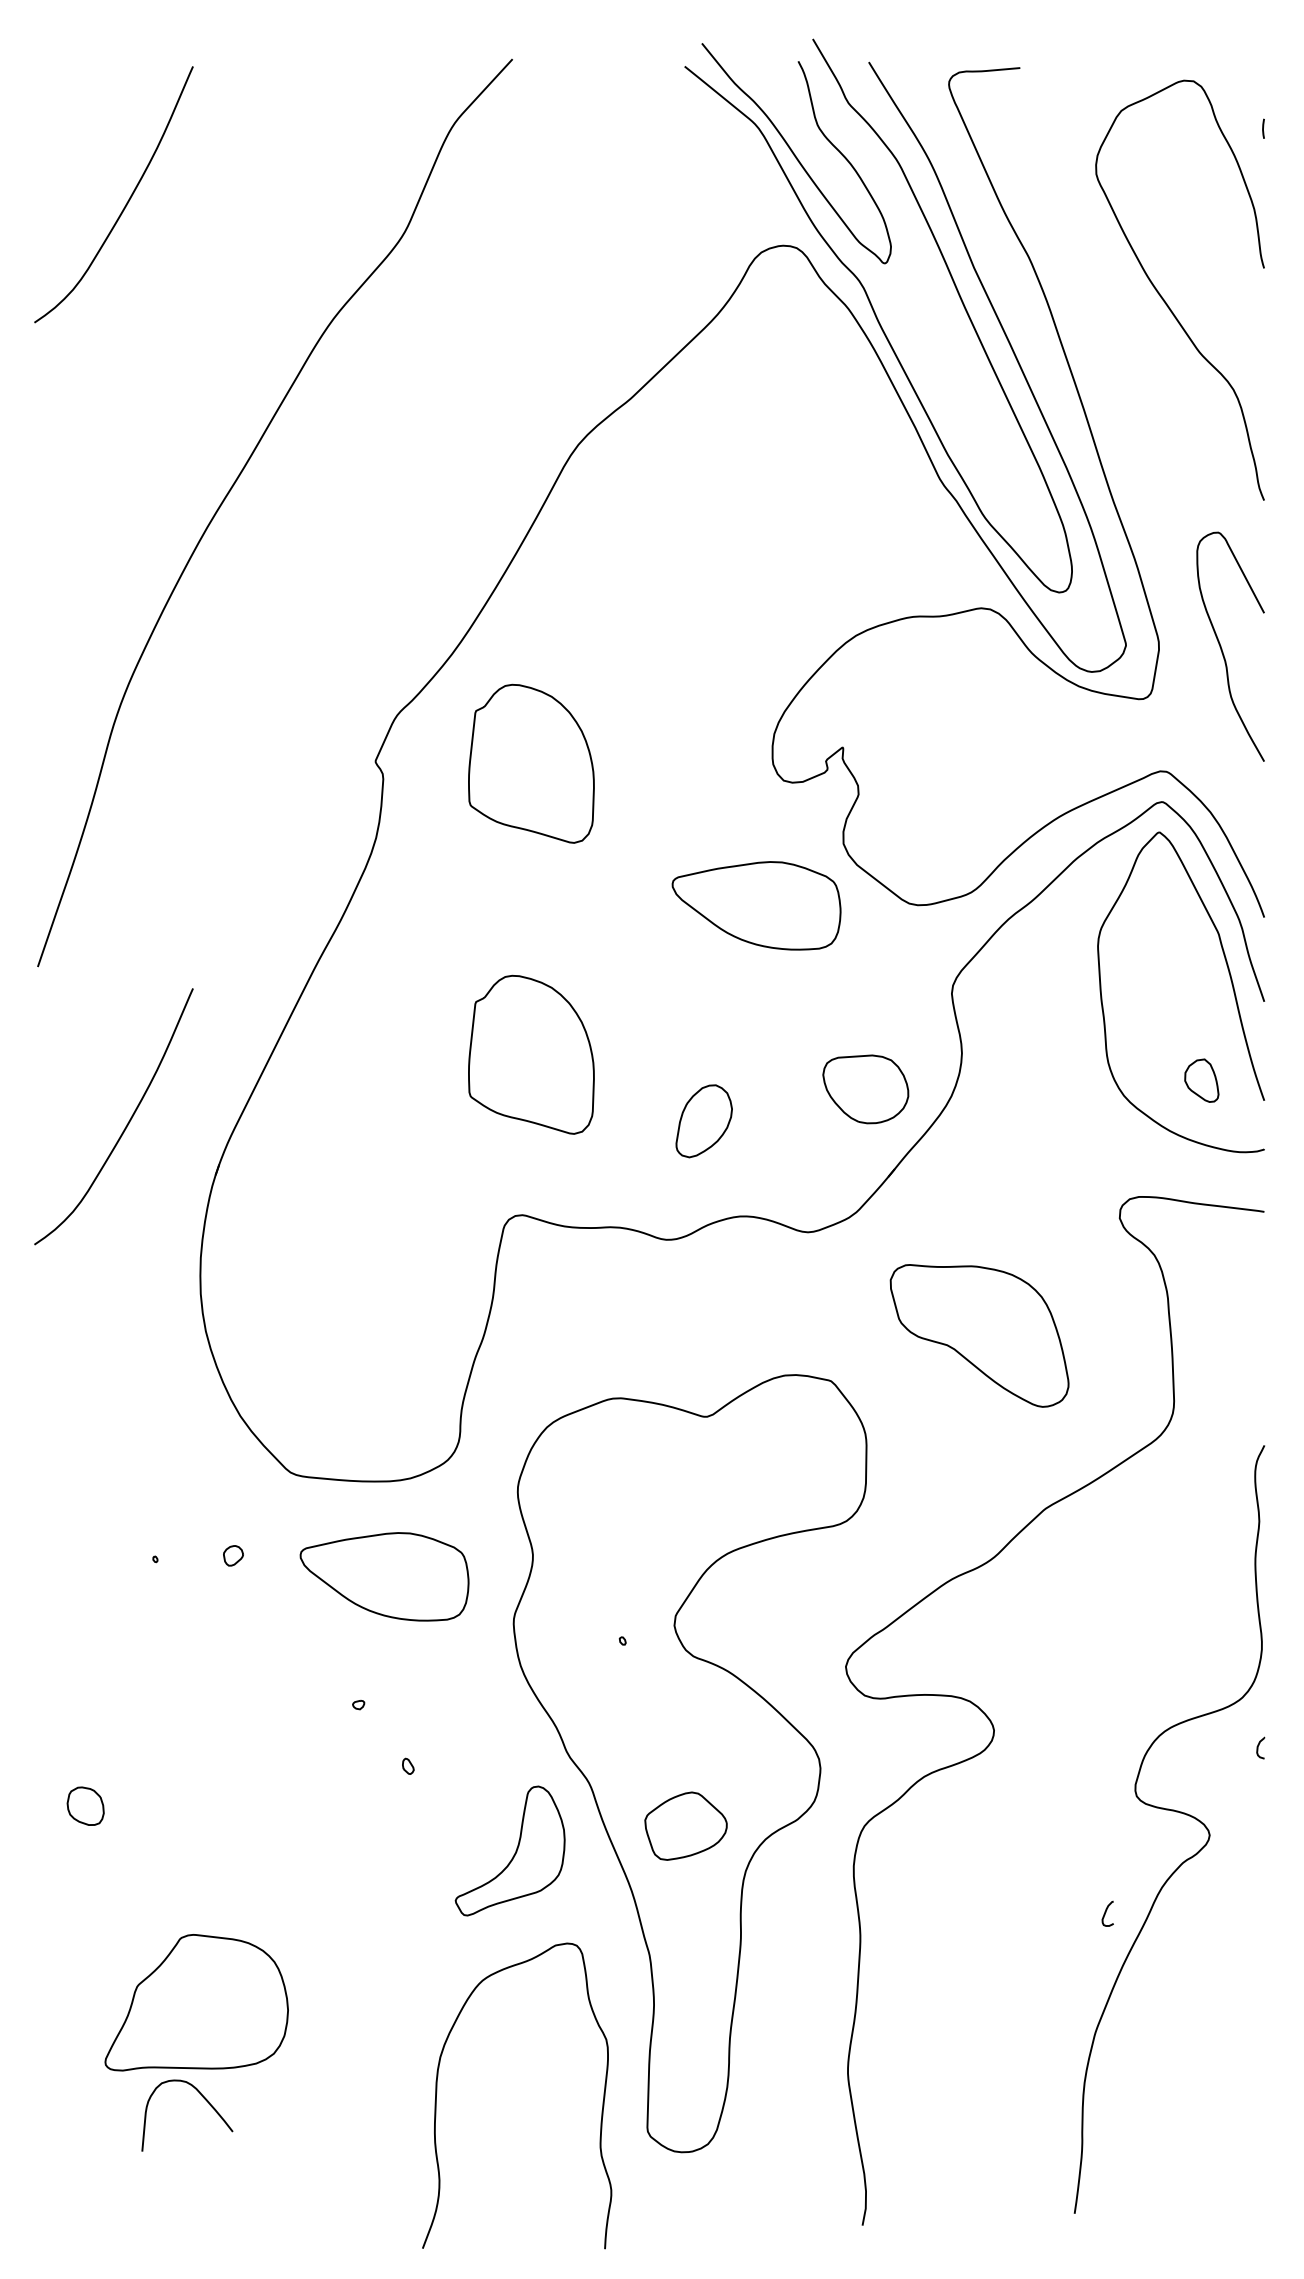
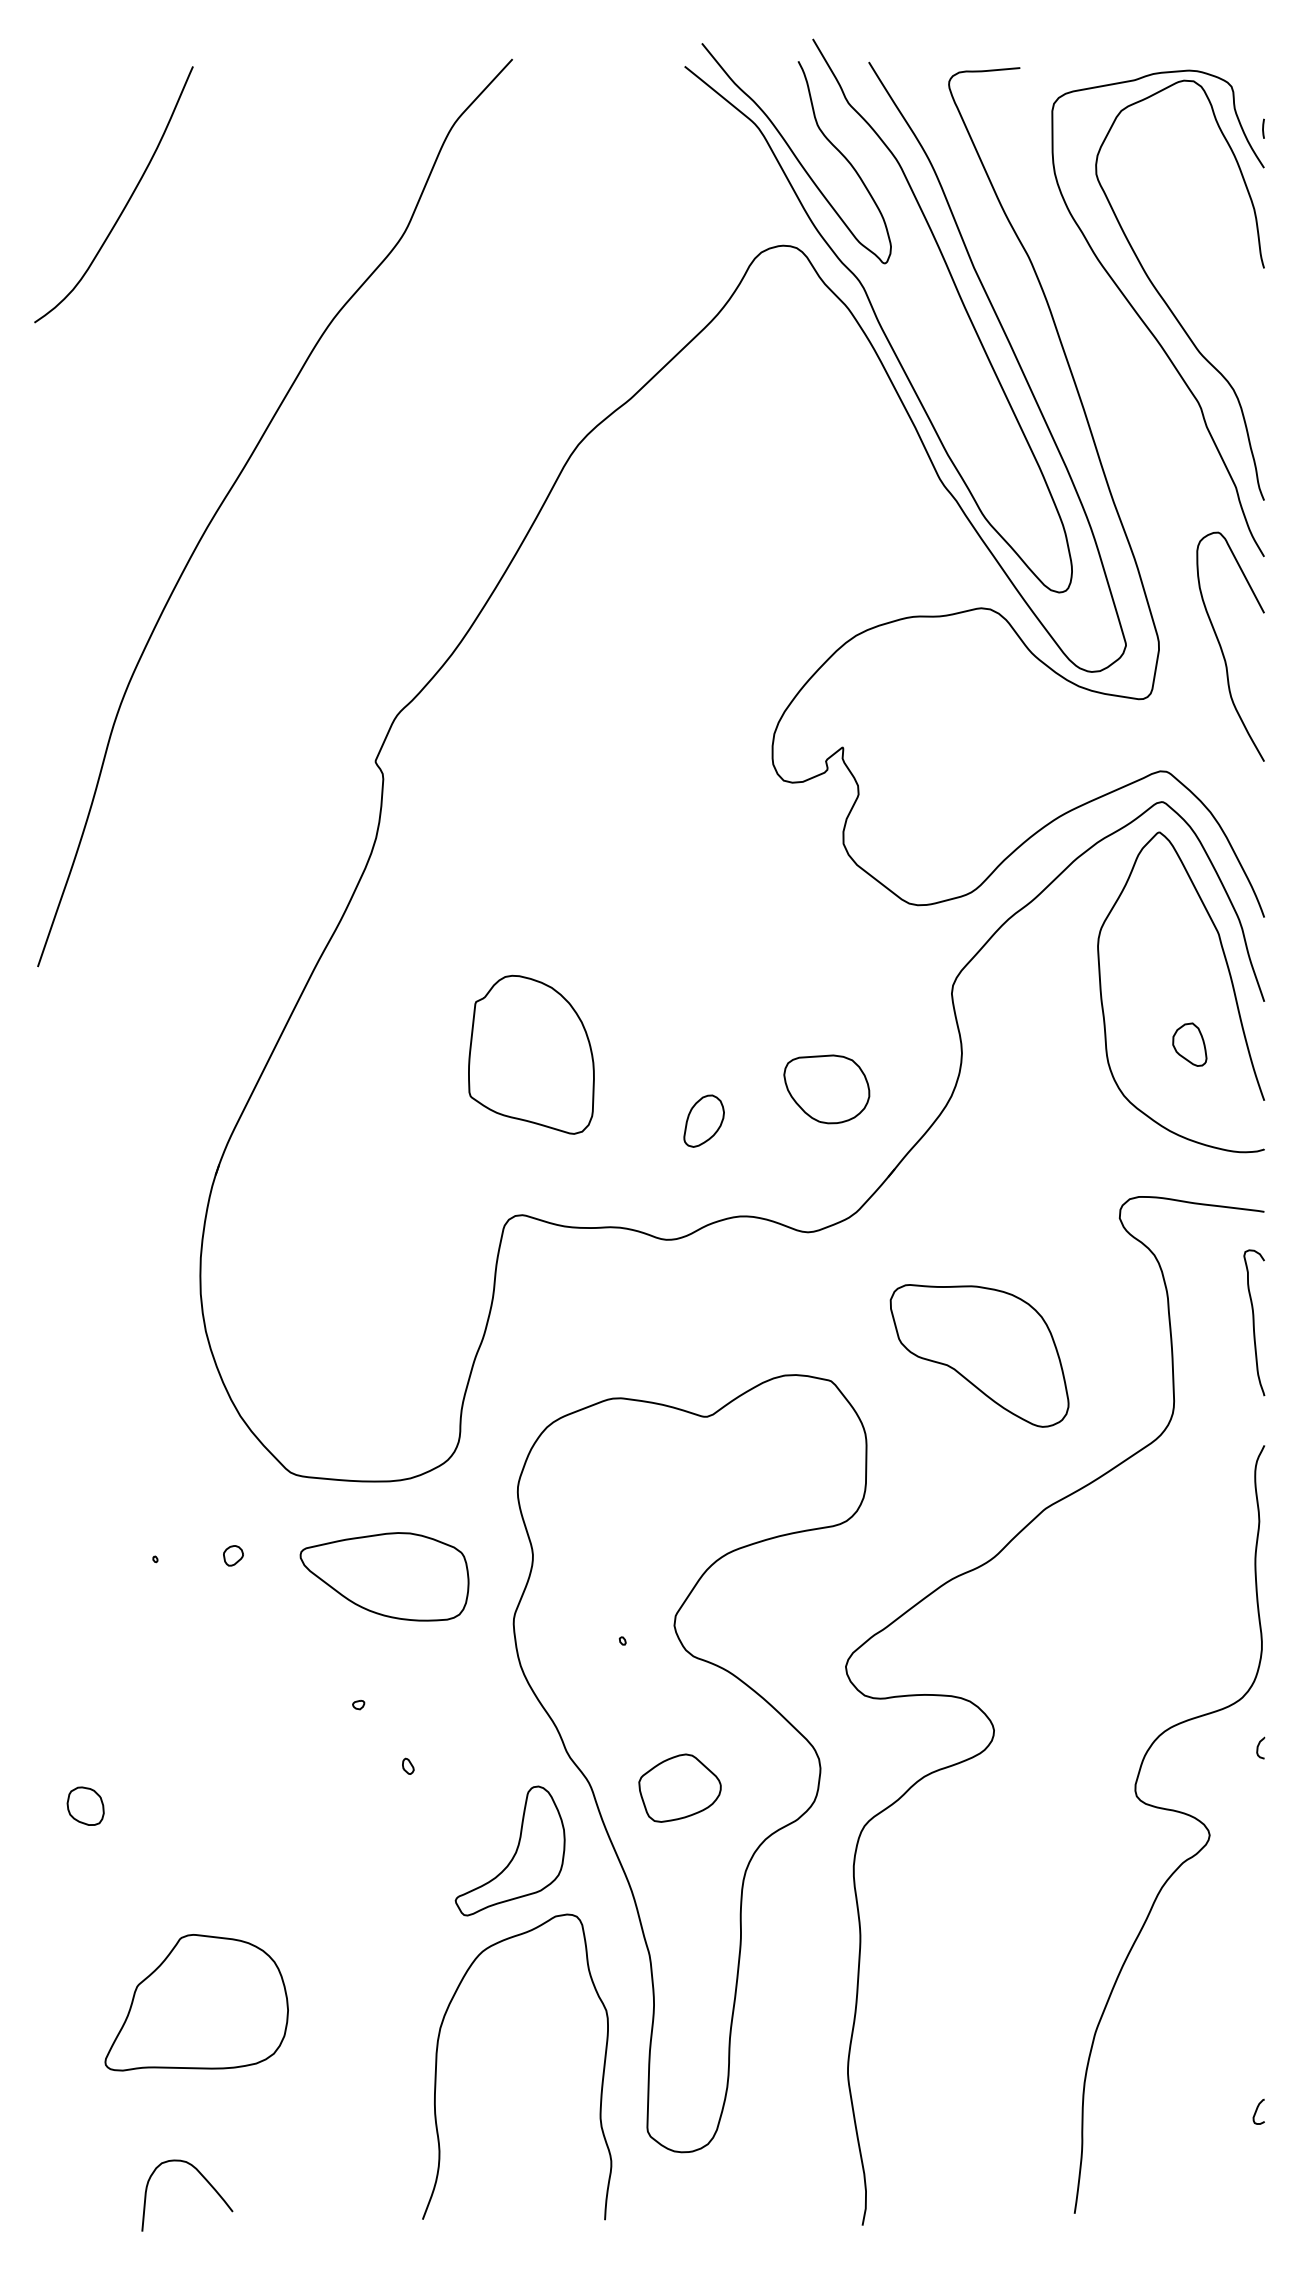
curve at (1144, 321): none -> present
part at (531, 763): present -> none
part at (756, 905): present -> none
part at (1201, 1080) position: (1201, 1080) -> (1189, 1044)
part at (865, 1089) position: (865, 1089) -> (826, 1089)
part at (703, 1121) size: 58x75 px -> 42x54 px
curve at (127, 1122): present -> none
curve at (1254, 1322): none -> present
part at (979, 1335) position: (979, 1335) -> (979, 1355)
part at (685, 1825) position: (685, 1825) -> (679, 1787)
curve at (1106, 1912) position: (1106, 1912) -> (1257, 2110)
curve at (437, 2092) position: (437, 2092) -> (437, 2063)
curve at (203, 2098) position: (203, 2098) -> (203, 2178)
